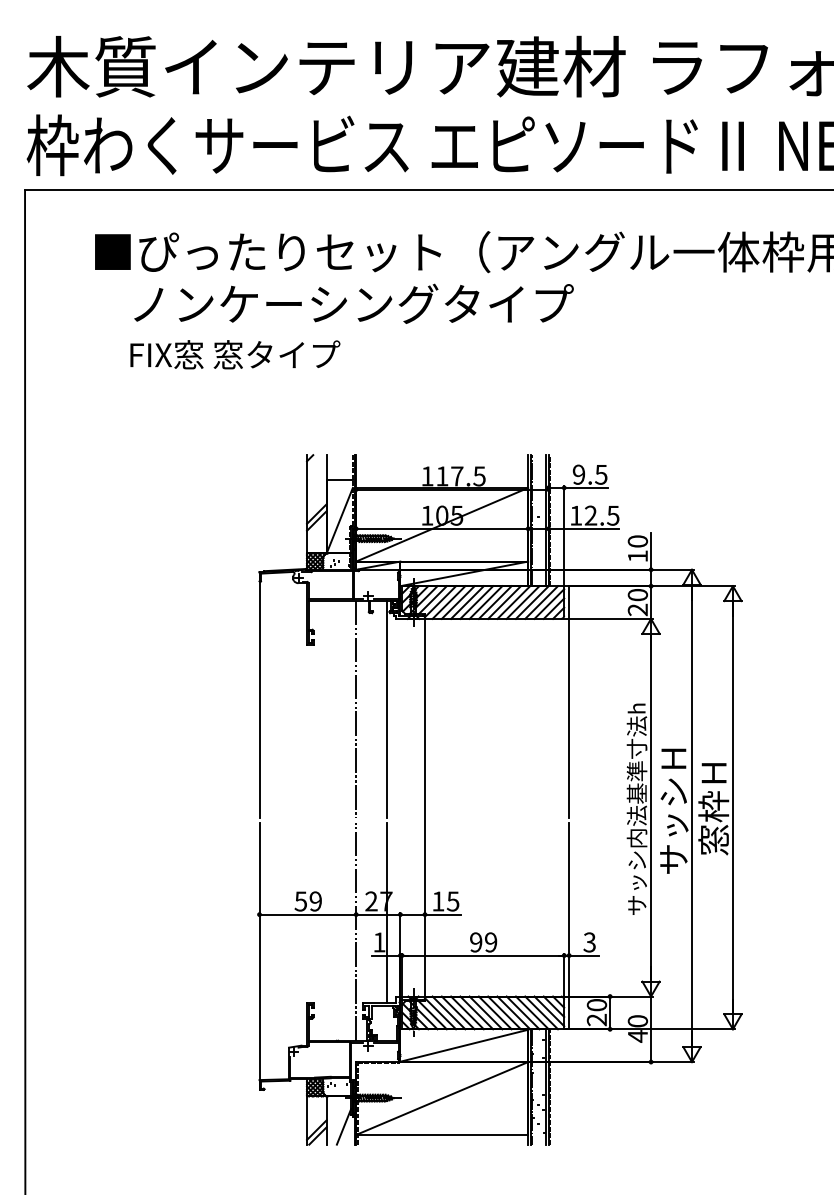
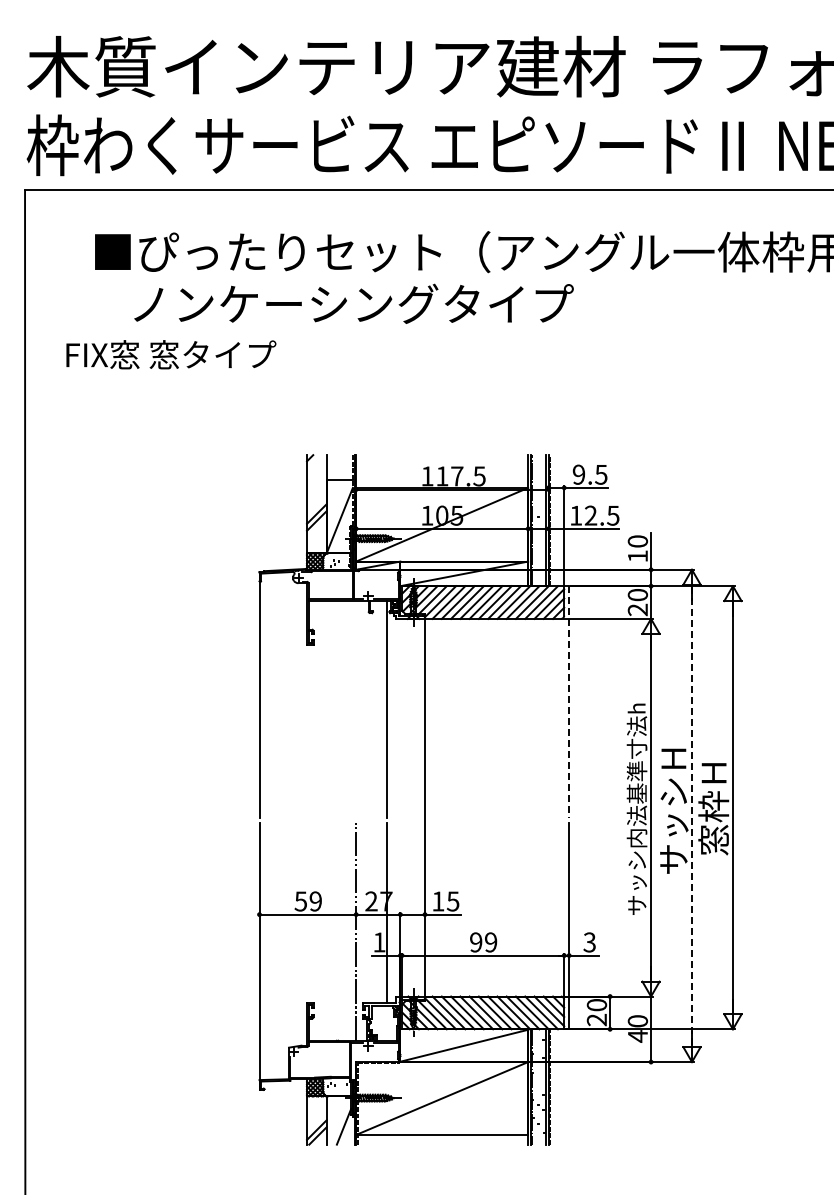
text at (235, 354) position: (235, 354) -> (171, 354)
line at (569, 702): solid -> dashed
line at (356, 708): present -> none
line at (692, 815): solid -> dashed
